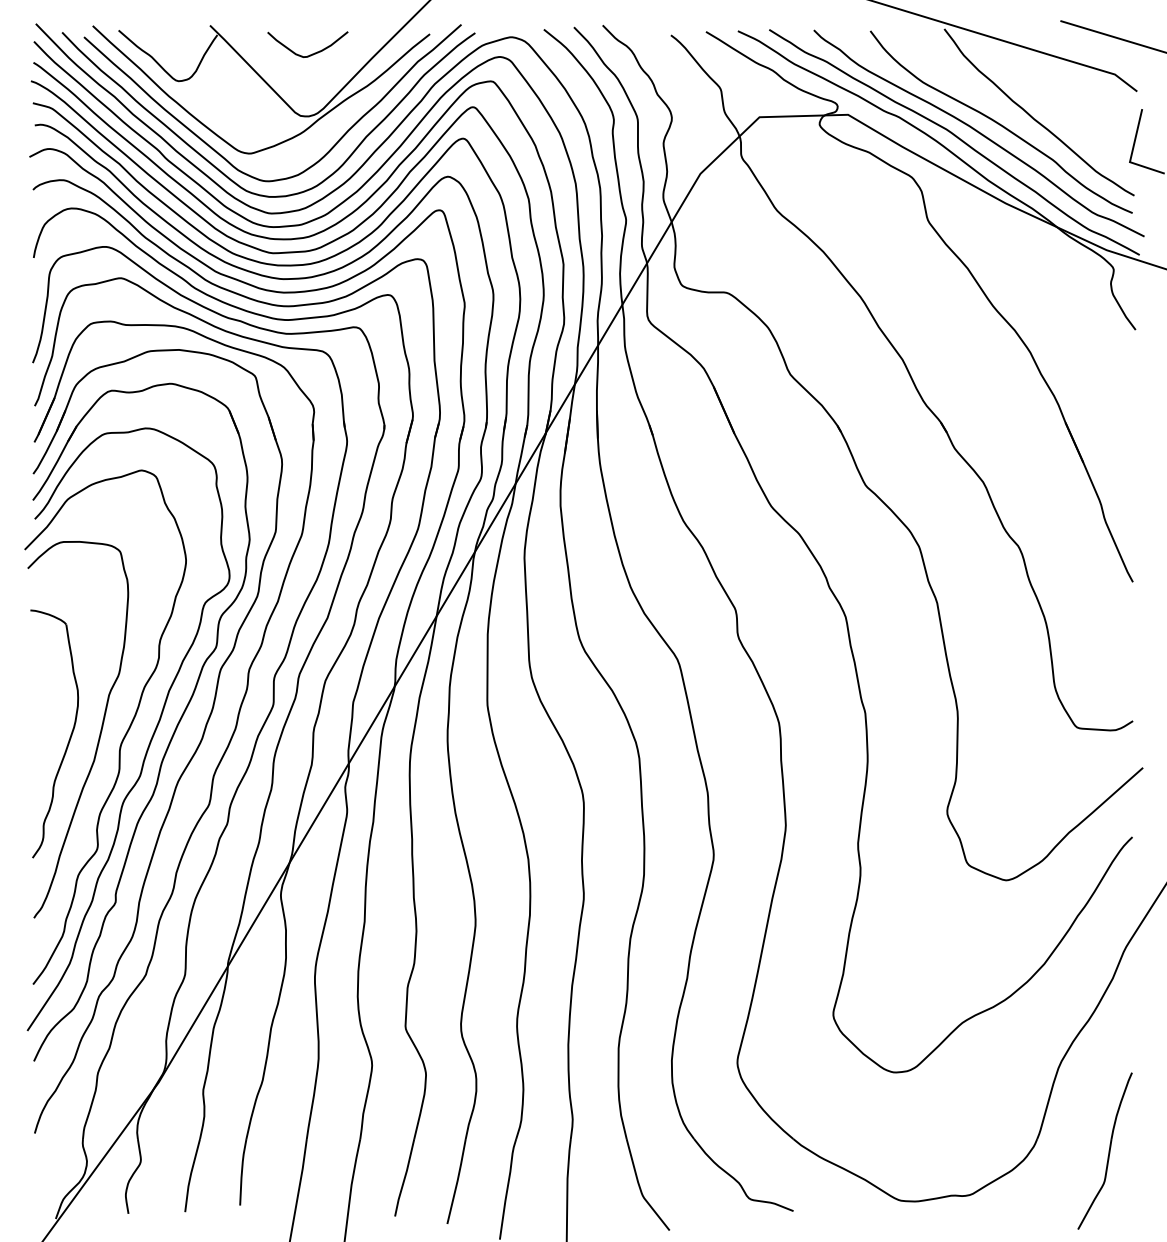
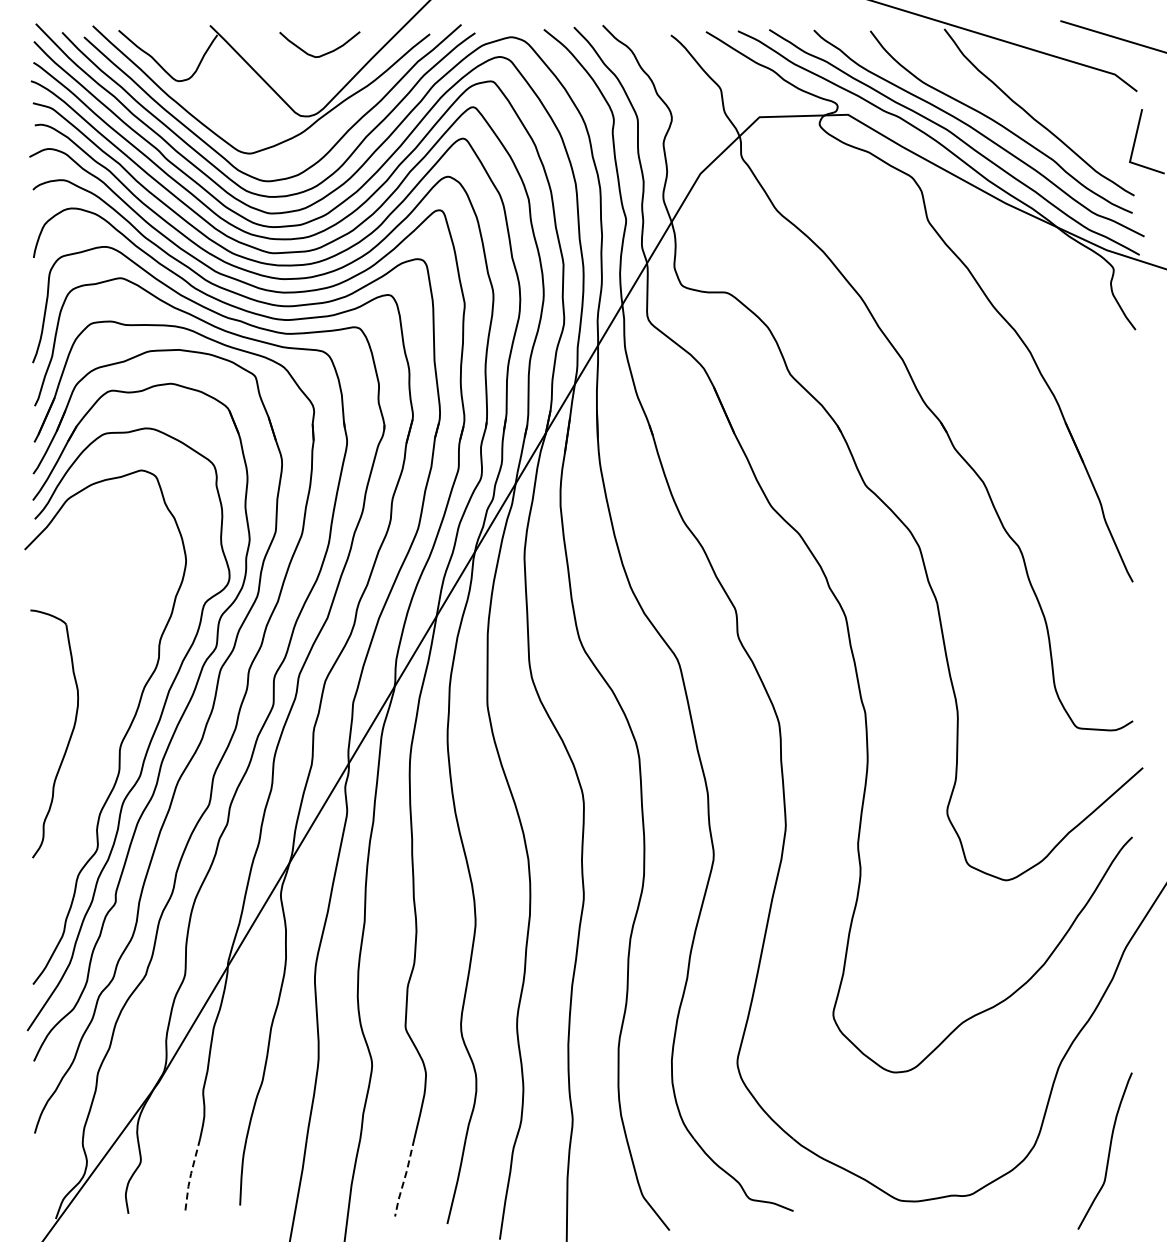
curve at (309, 54) position: (309, 54) -> (321, 54)
curve at (99, 733): present -> none
line at (190, 1175): solid -> dashed
line at (404, 1178): solid -> dashed
